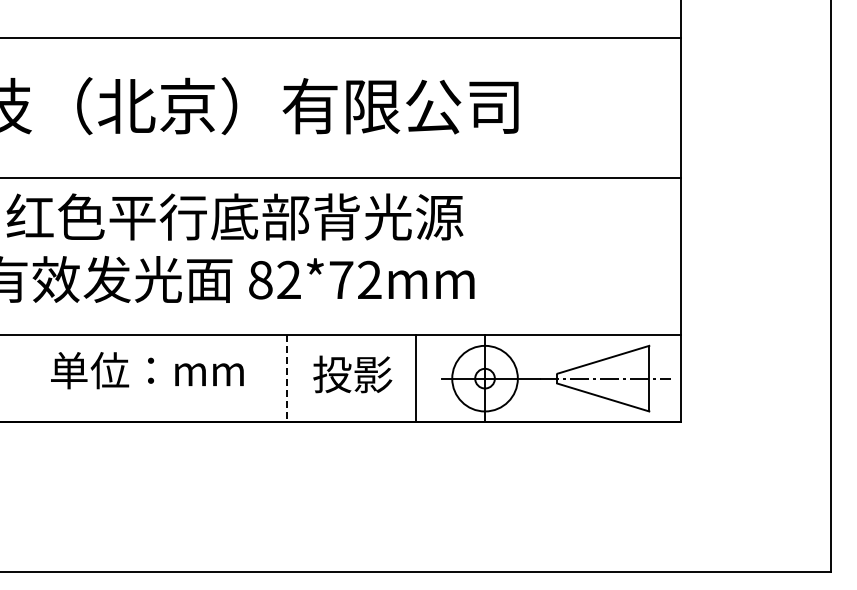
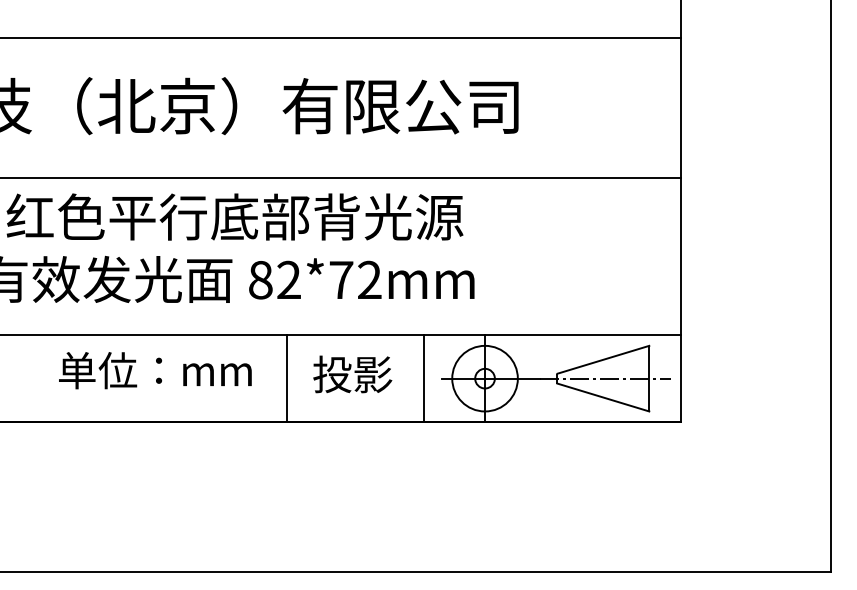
text at (147, 370) position: (147, 370) -> (155, 370)
line at (286, 378): dashed -> solid
line at (415, 378) position: (415, 378) -> (423, 378)
